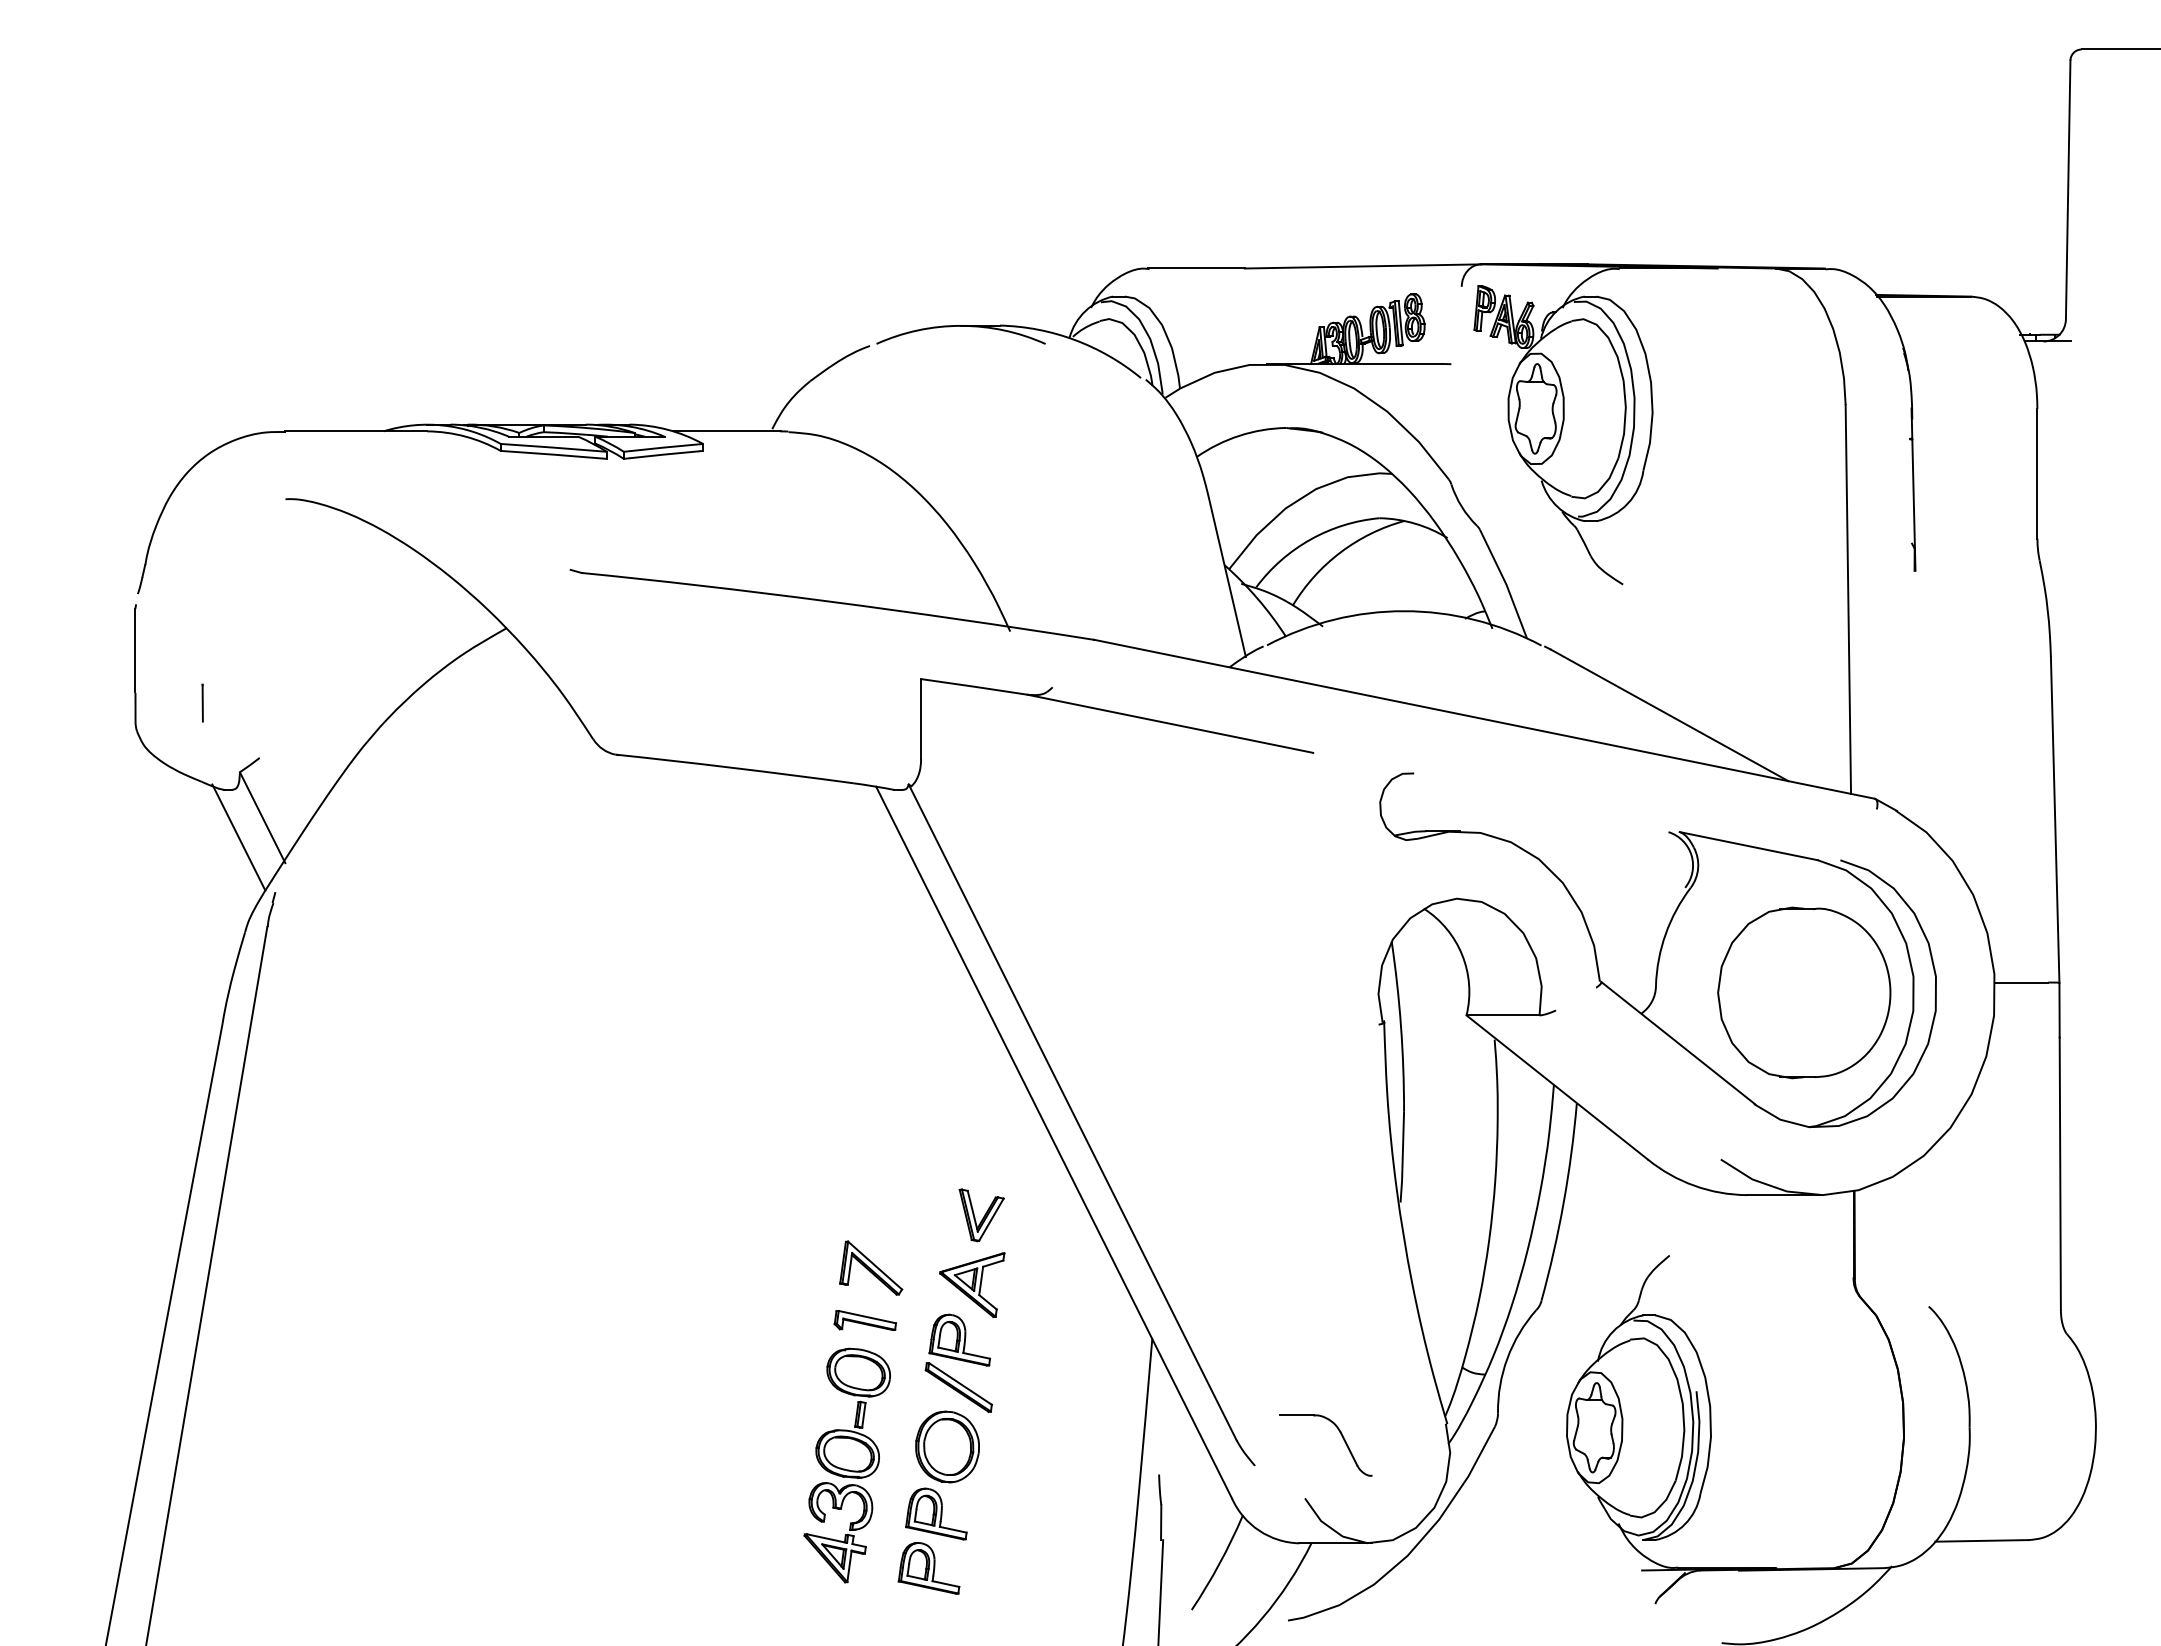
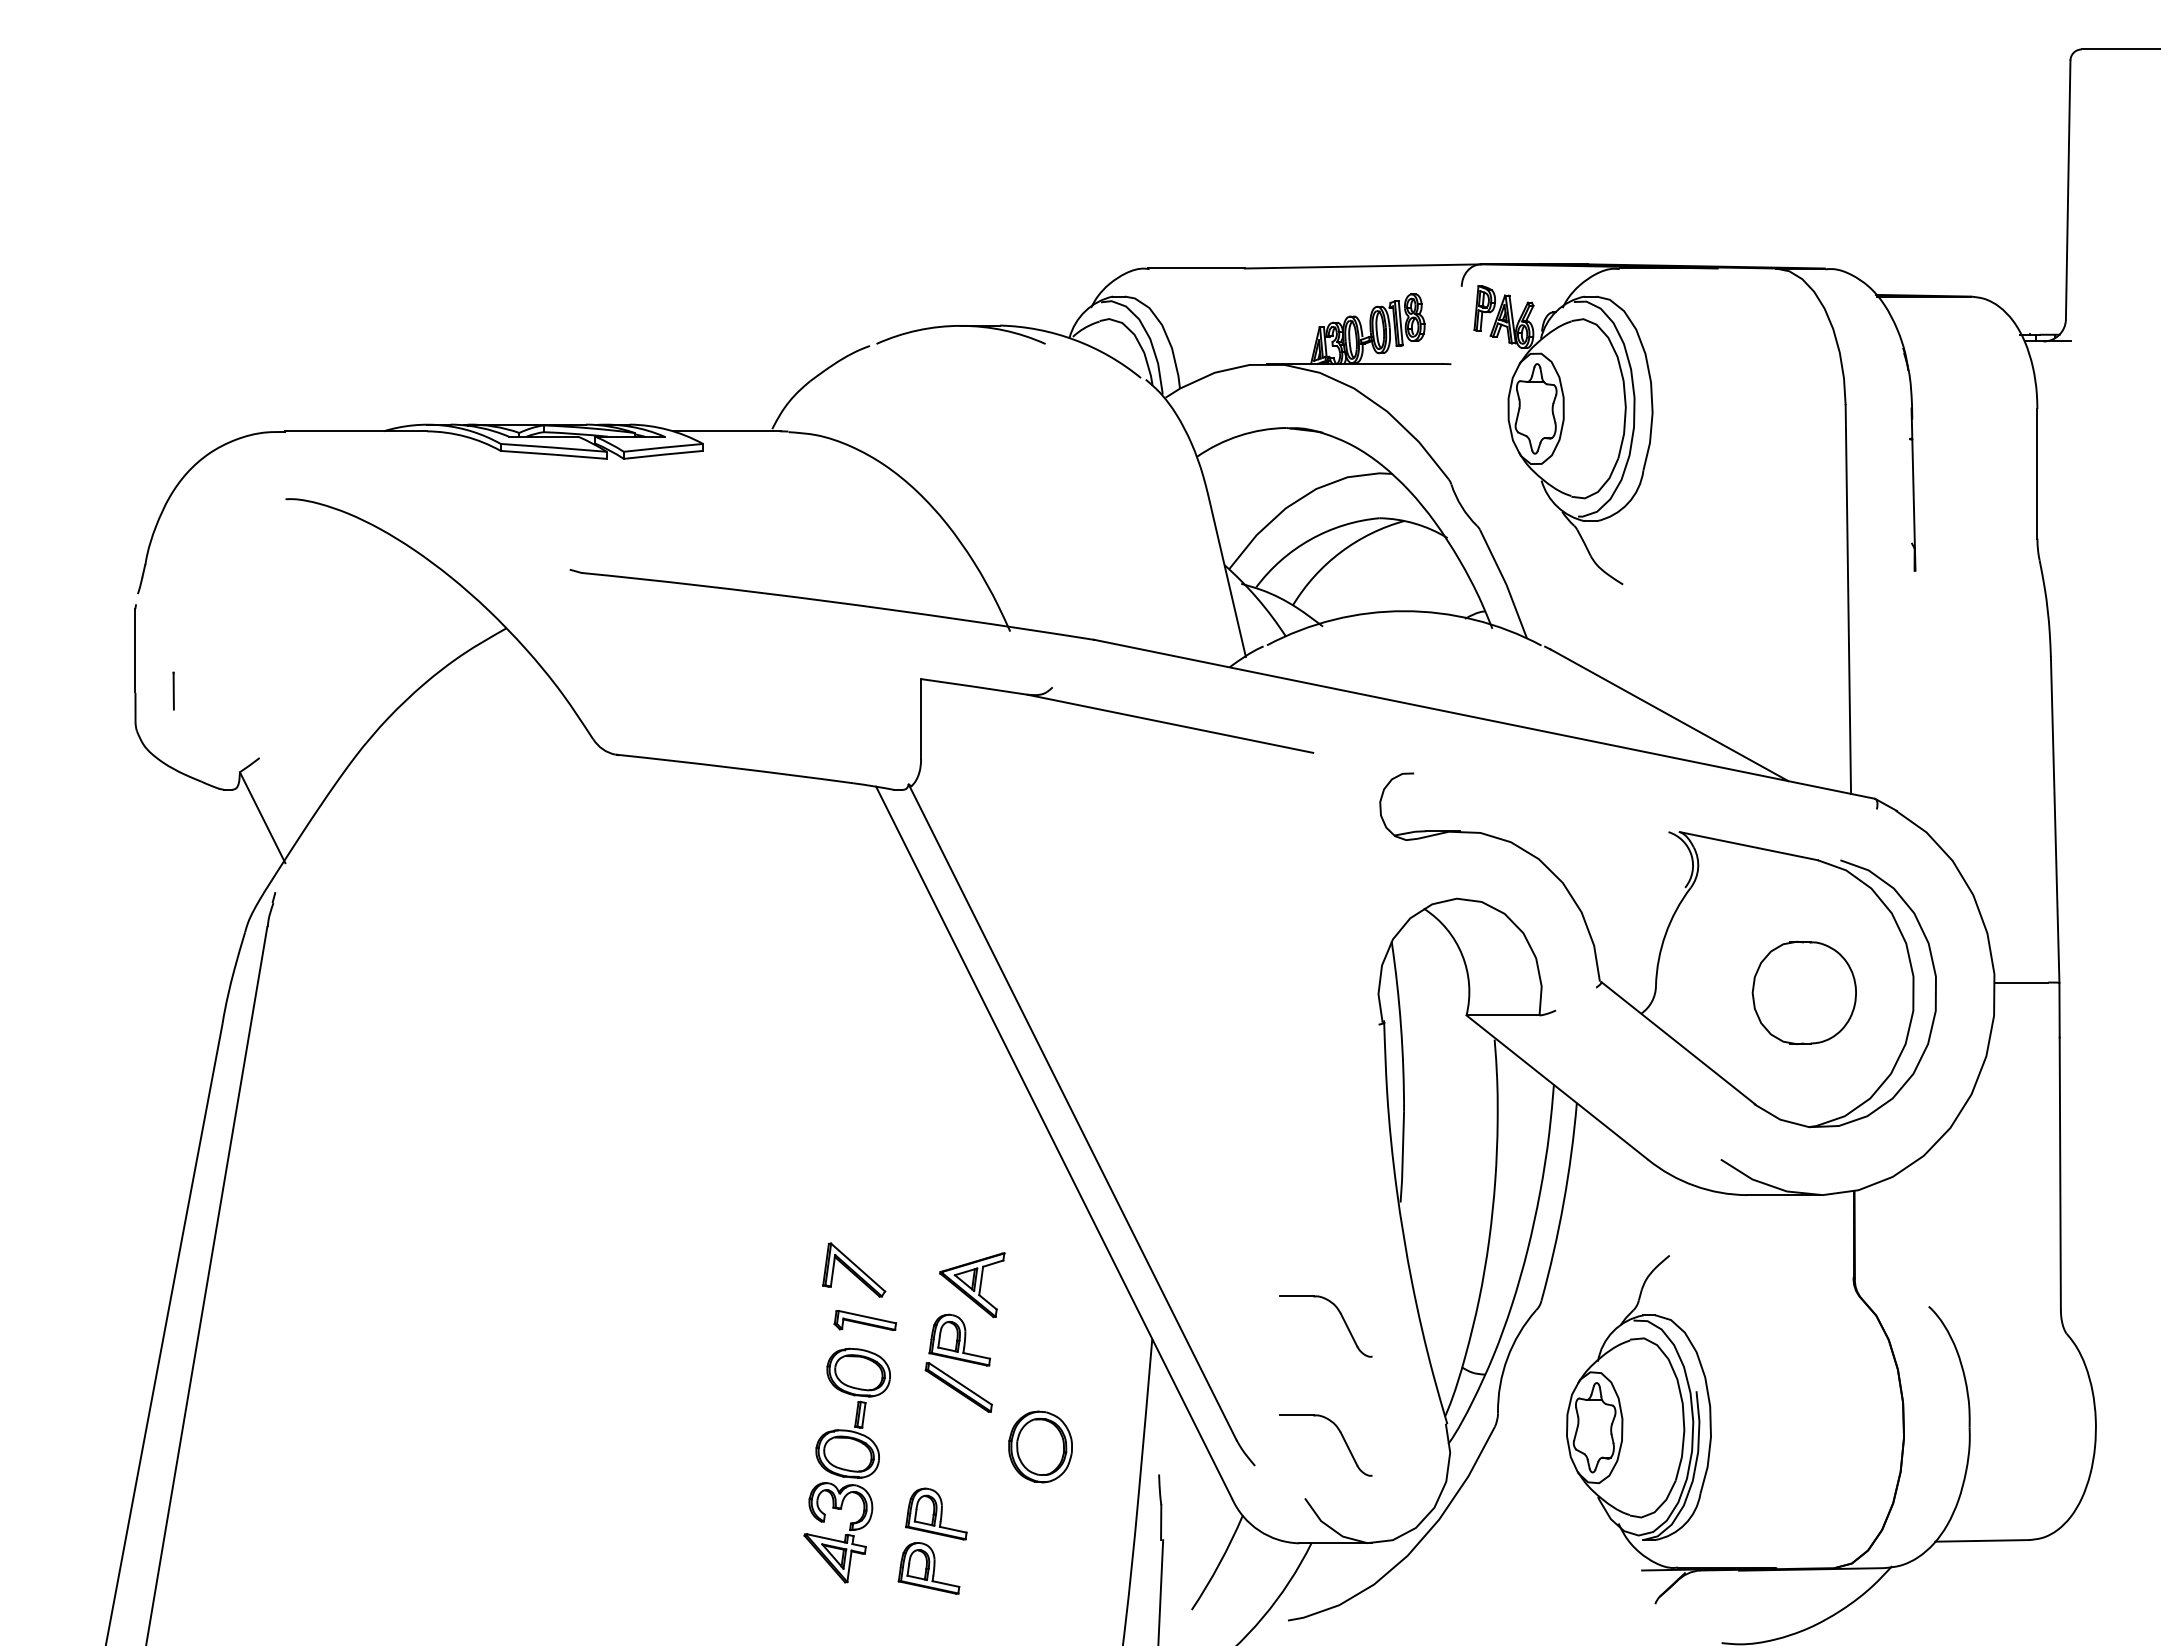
line at (202, 702) position: (202, 702) -> (173, 690)
line at (238, 837): present -> none
part at (1804, 992) size: 175x174 px -> 106x105 px
part at (981, 1215): present -> none
part at (871, 1267) position: (871, 1267) -> (854, 1269)
part at (1341, 1317): none -> present
part at (947, 1446) position: (947, 1446) -> (1040, 1446)
